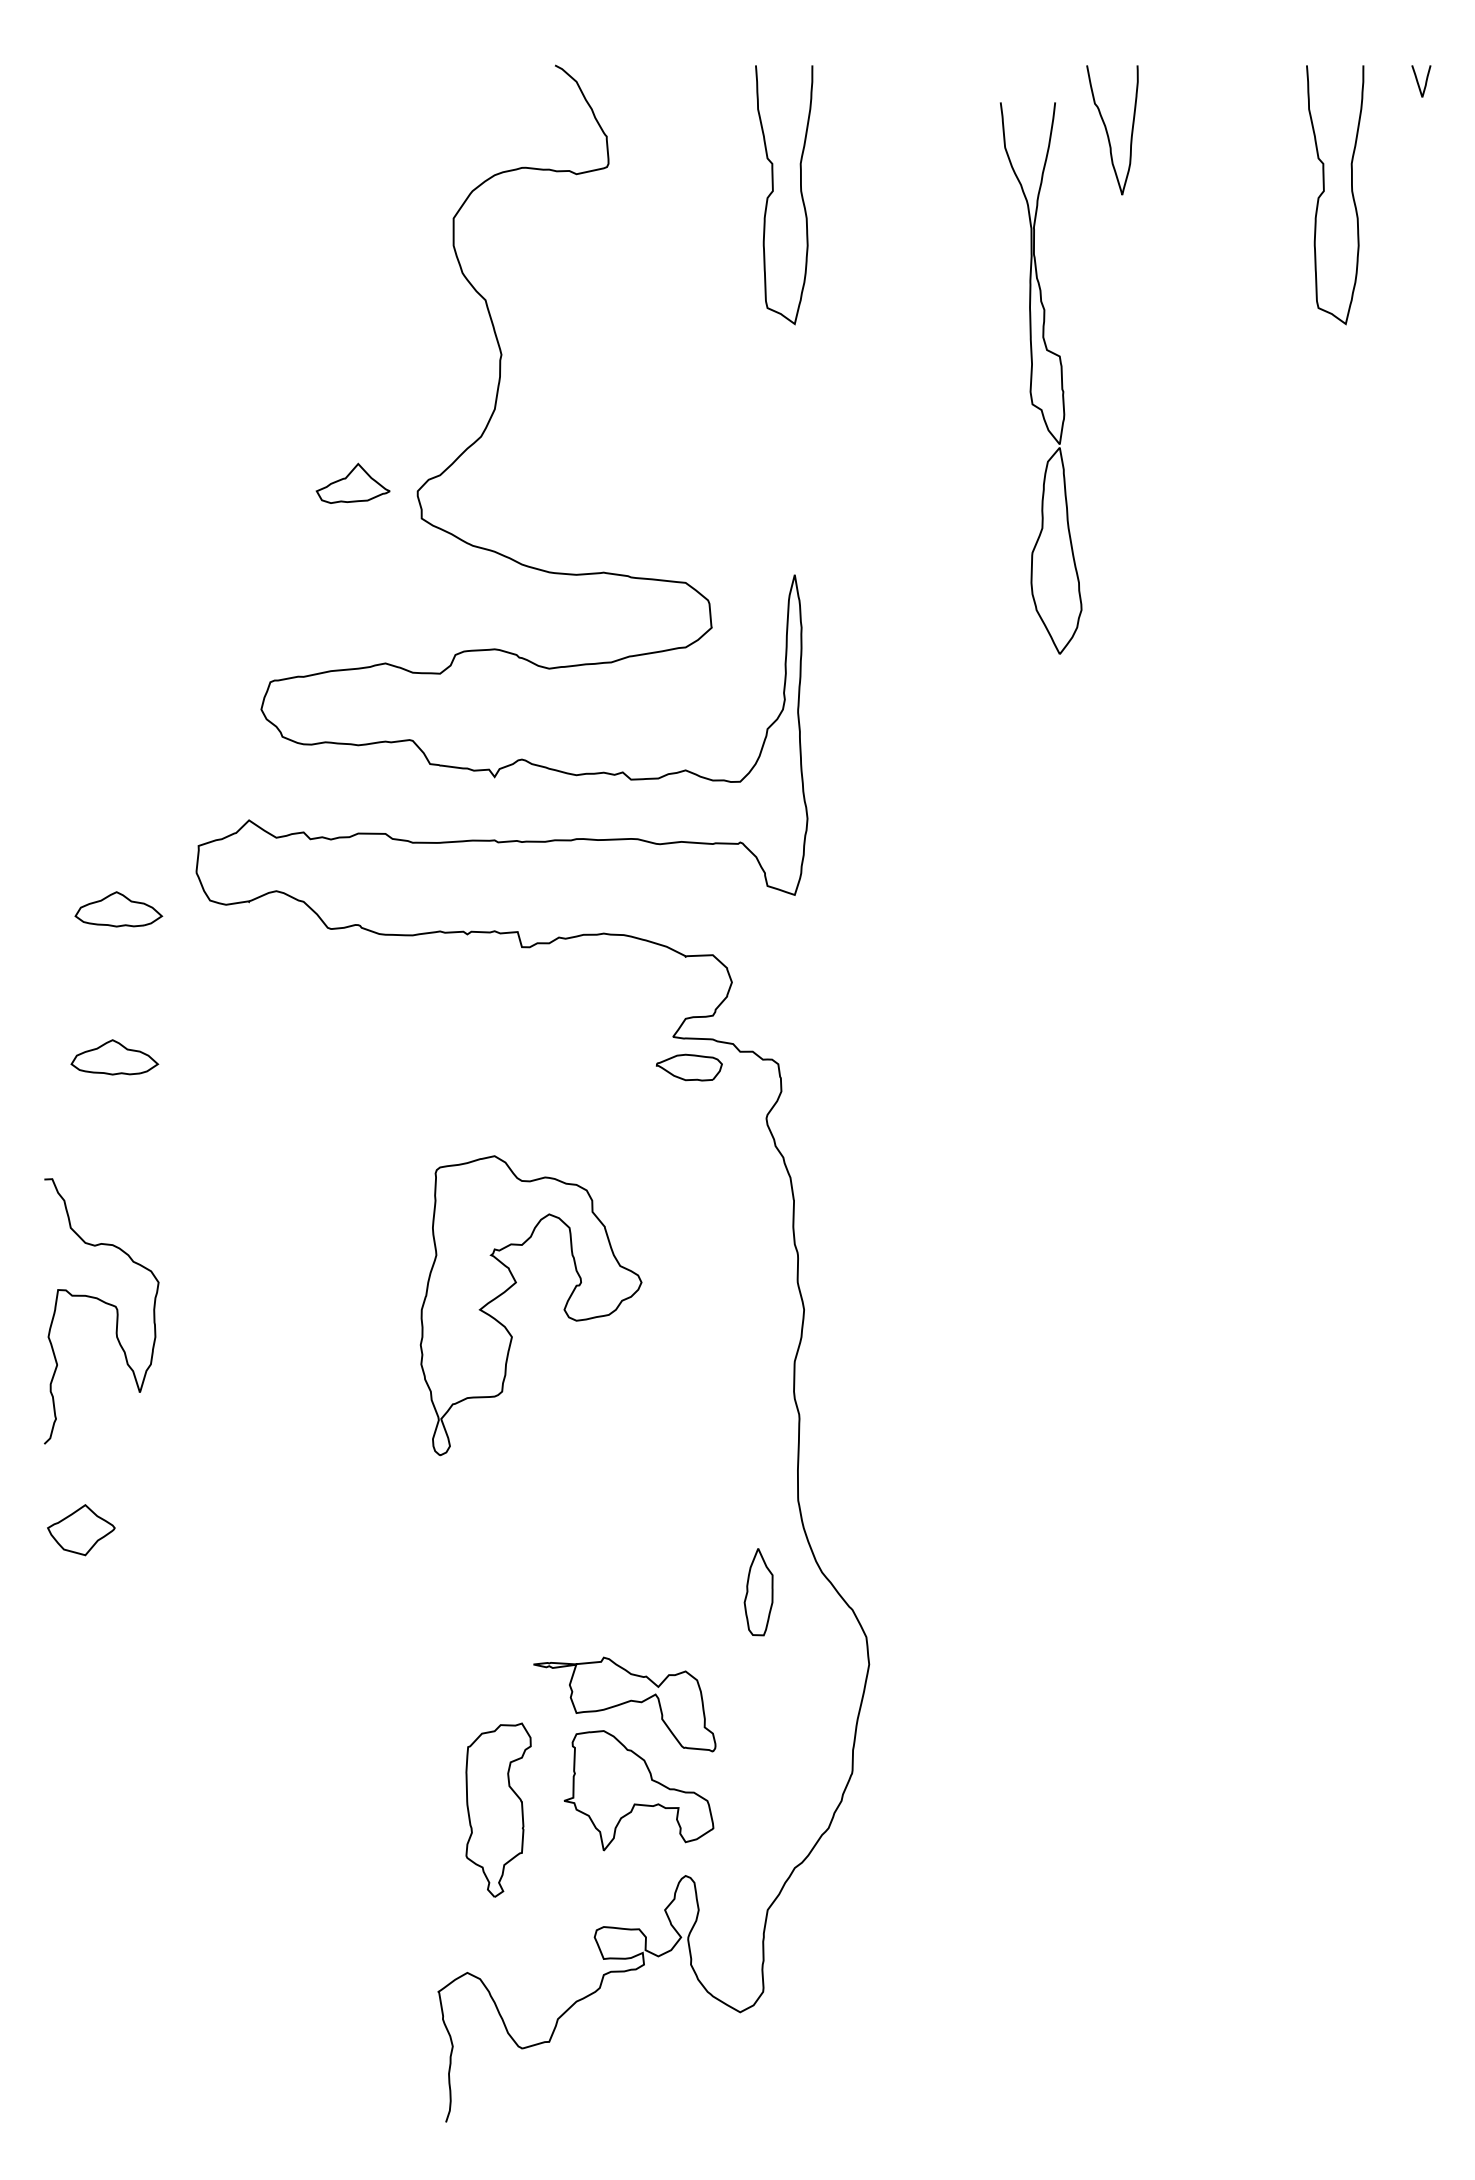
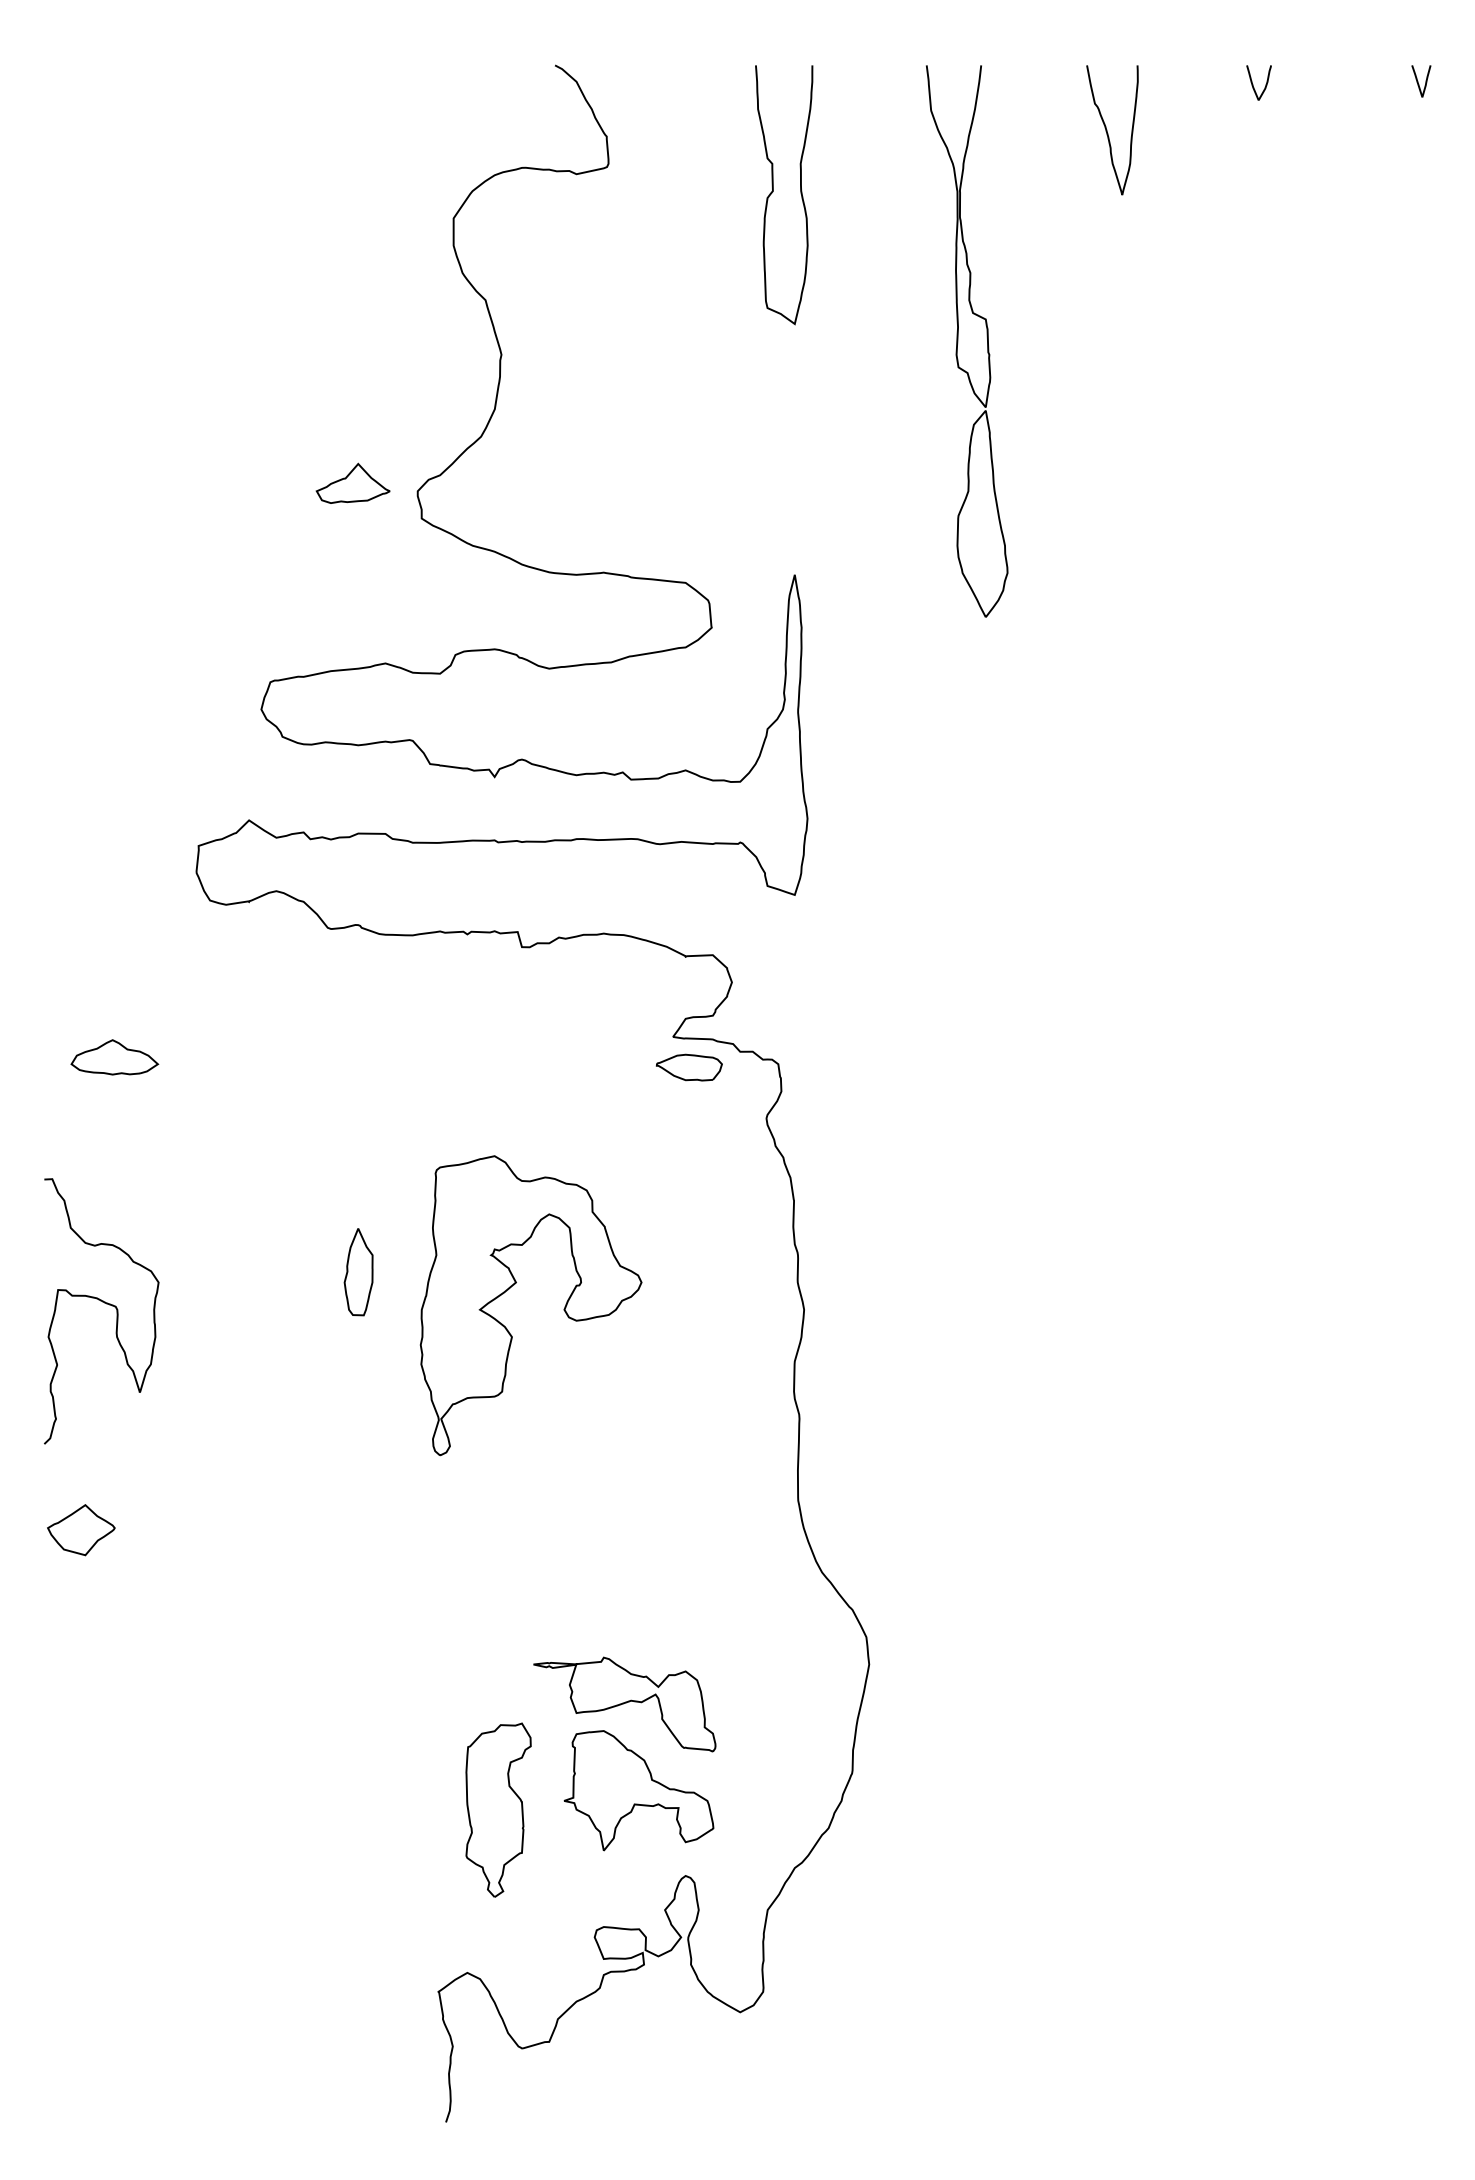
curve at (1253, 84): none -> present
curve at (1324, 192): present -> none
part at (1041, 378) position: (1041, 378) -> (967, 341)
part at (118, 909): present -> none
part at (758, 1592) position: (758, 1592) -> (358, 1272)
